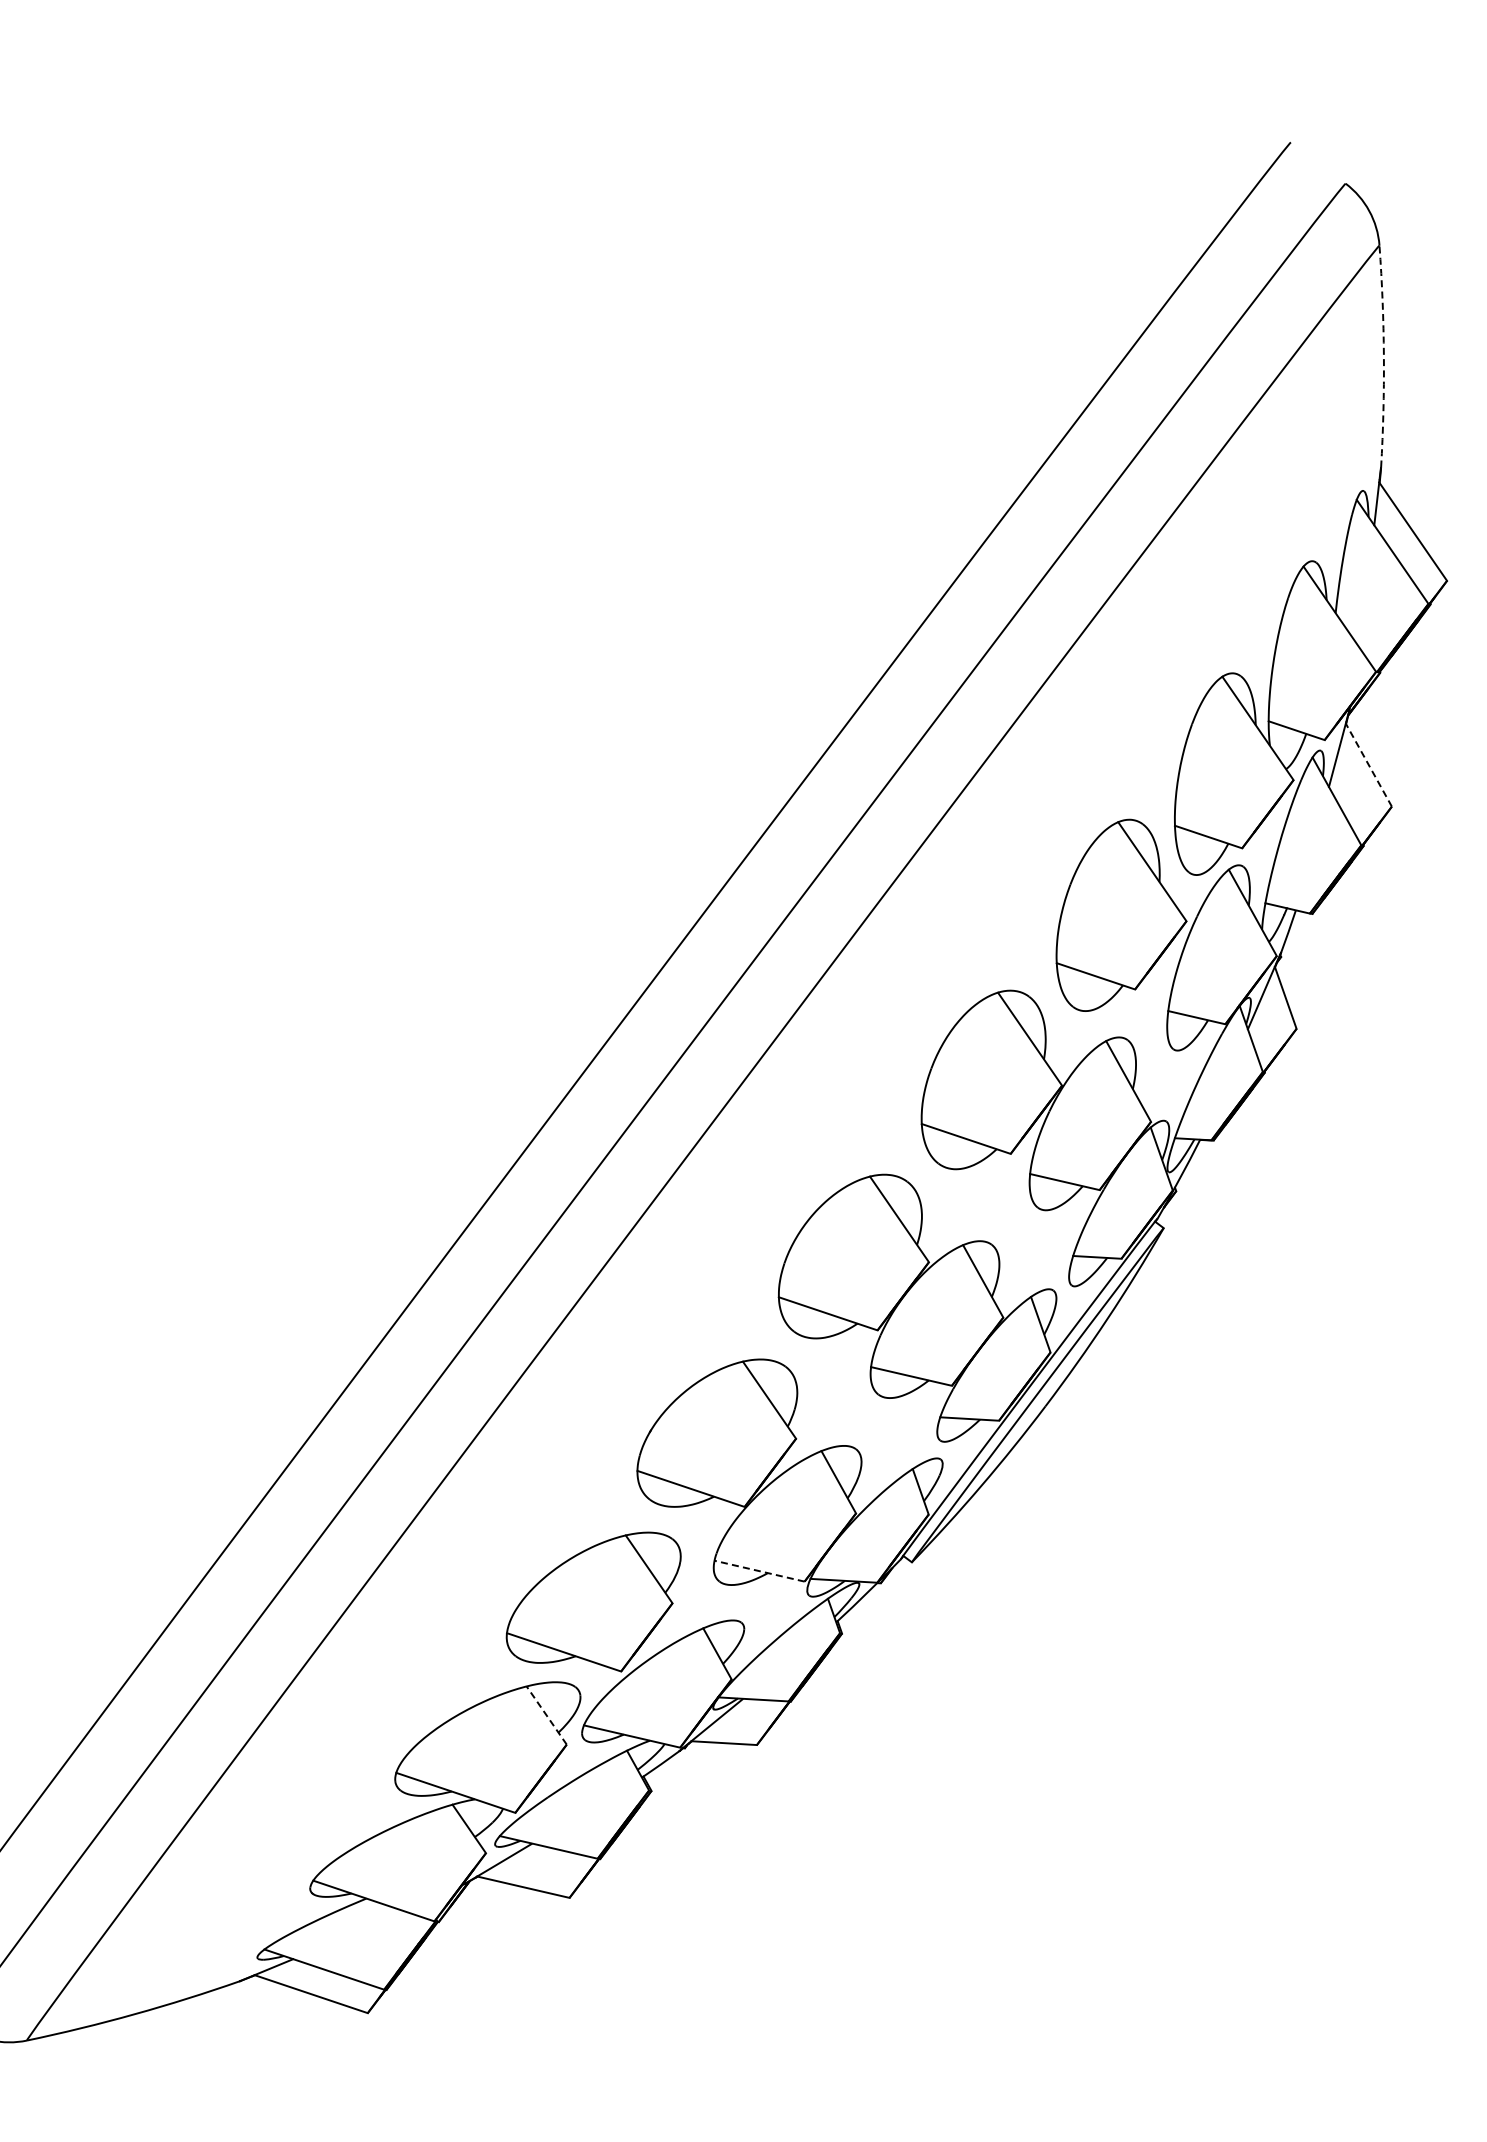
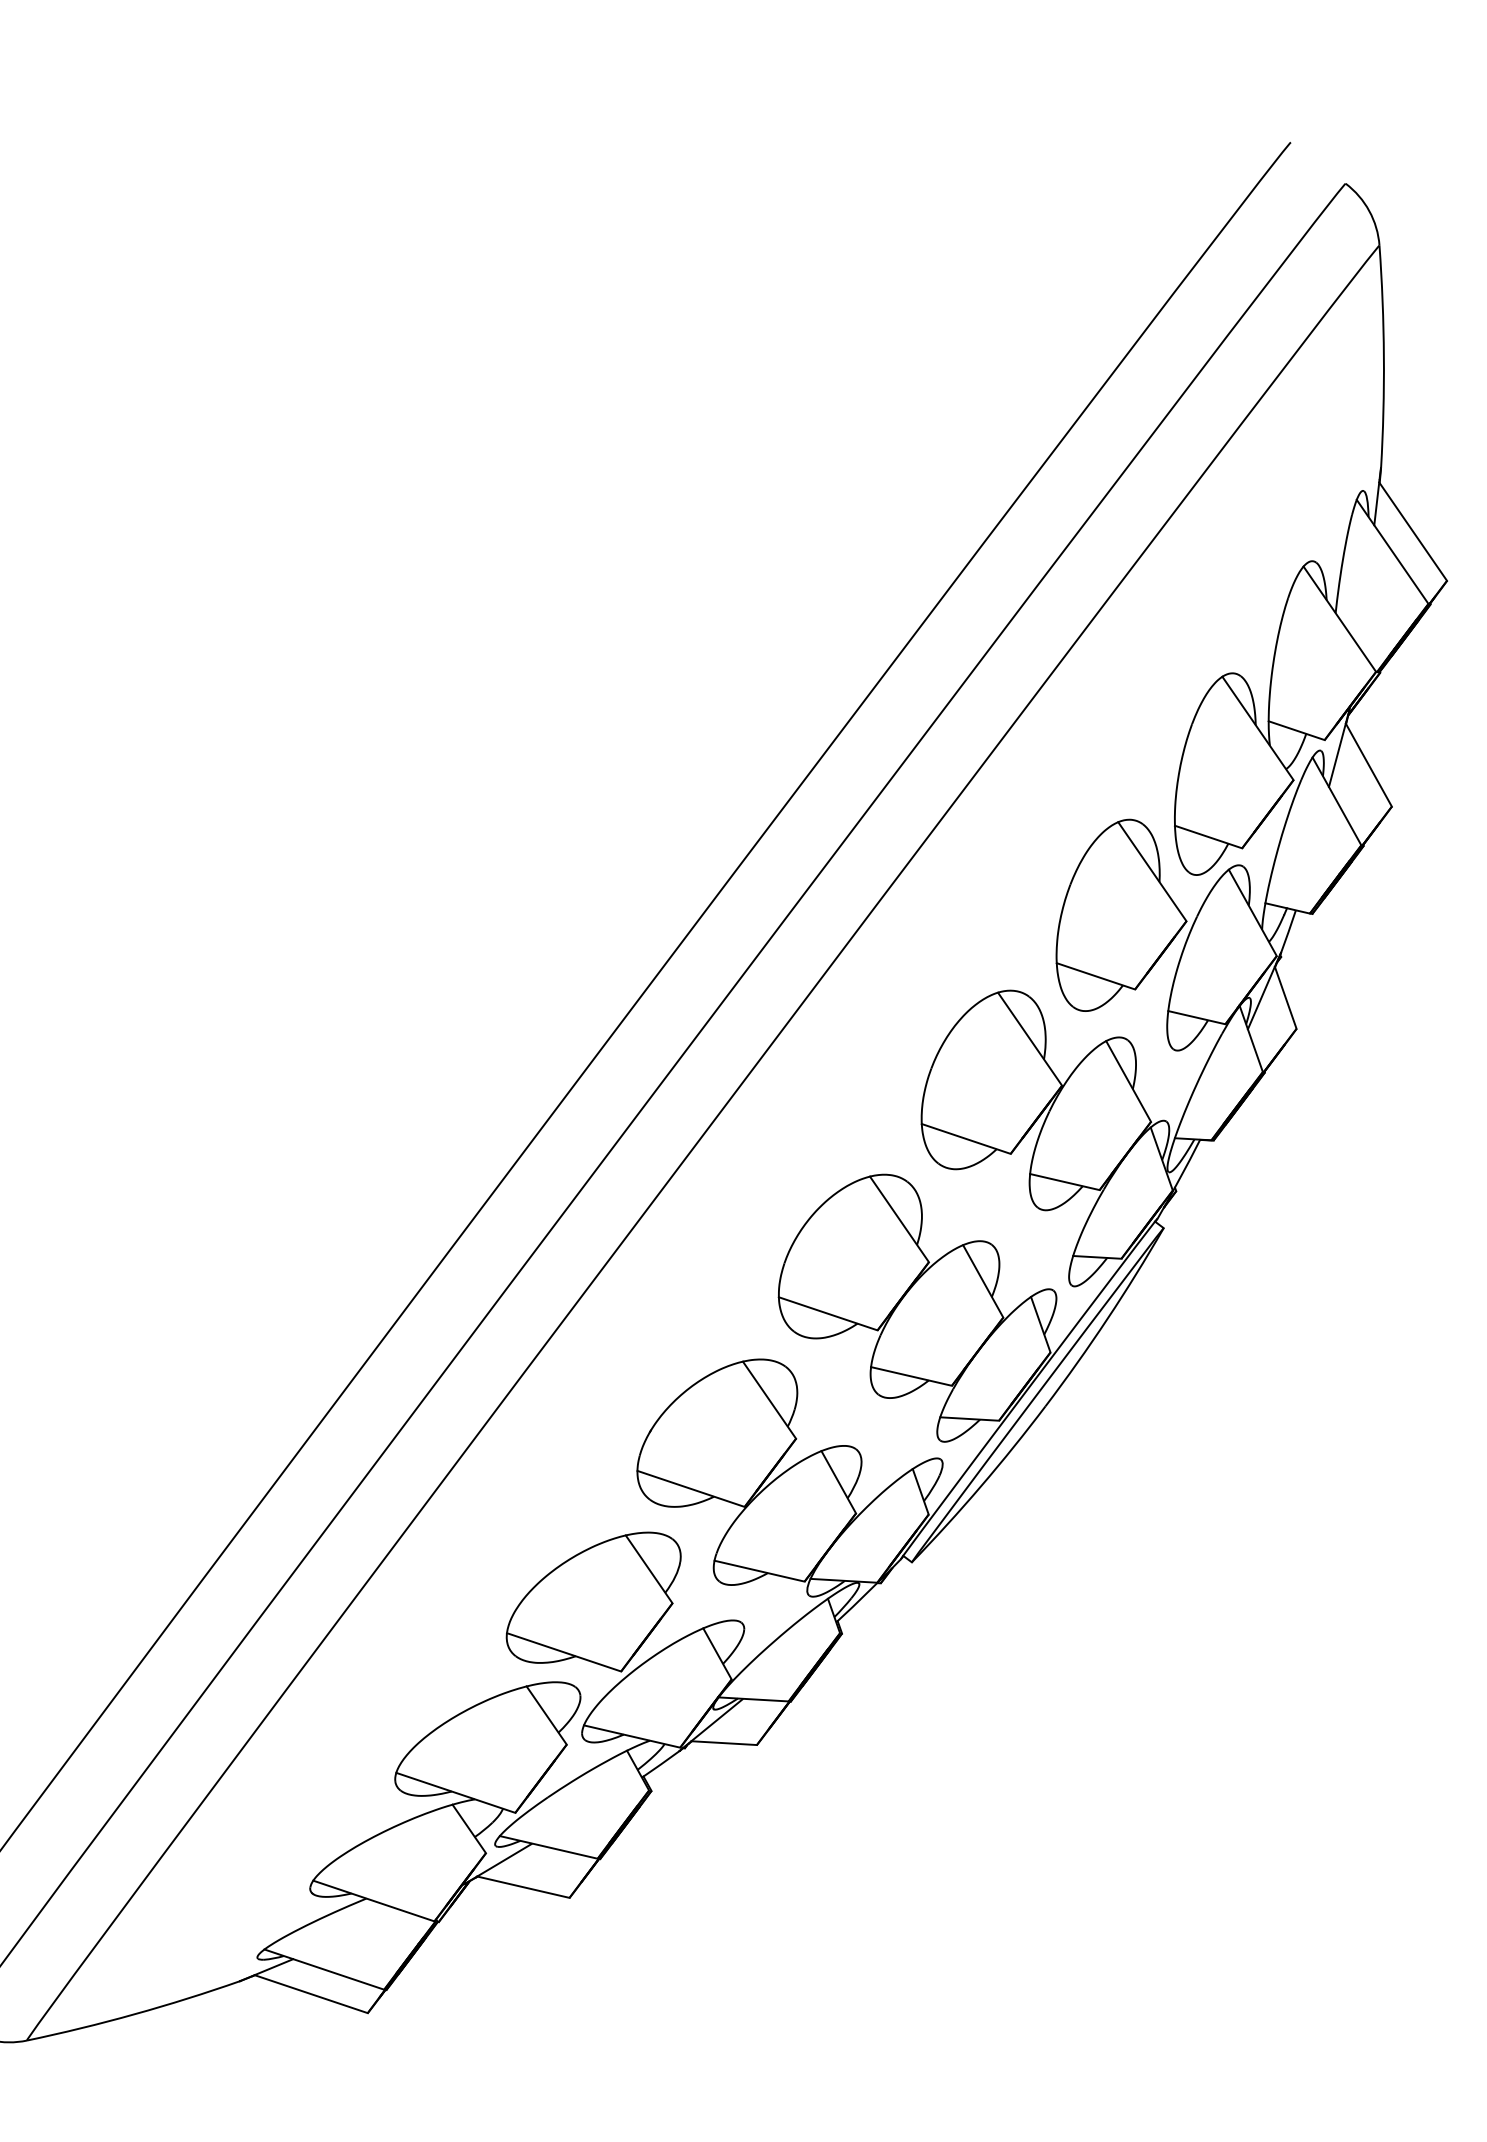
arc at (1383, 356): dashed -> solid
line at (1368, 764): dashed -> solid
line at (759, 1571): dashed -> solid
line at (546, 1715): dashed -> solid
